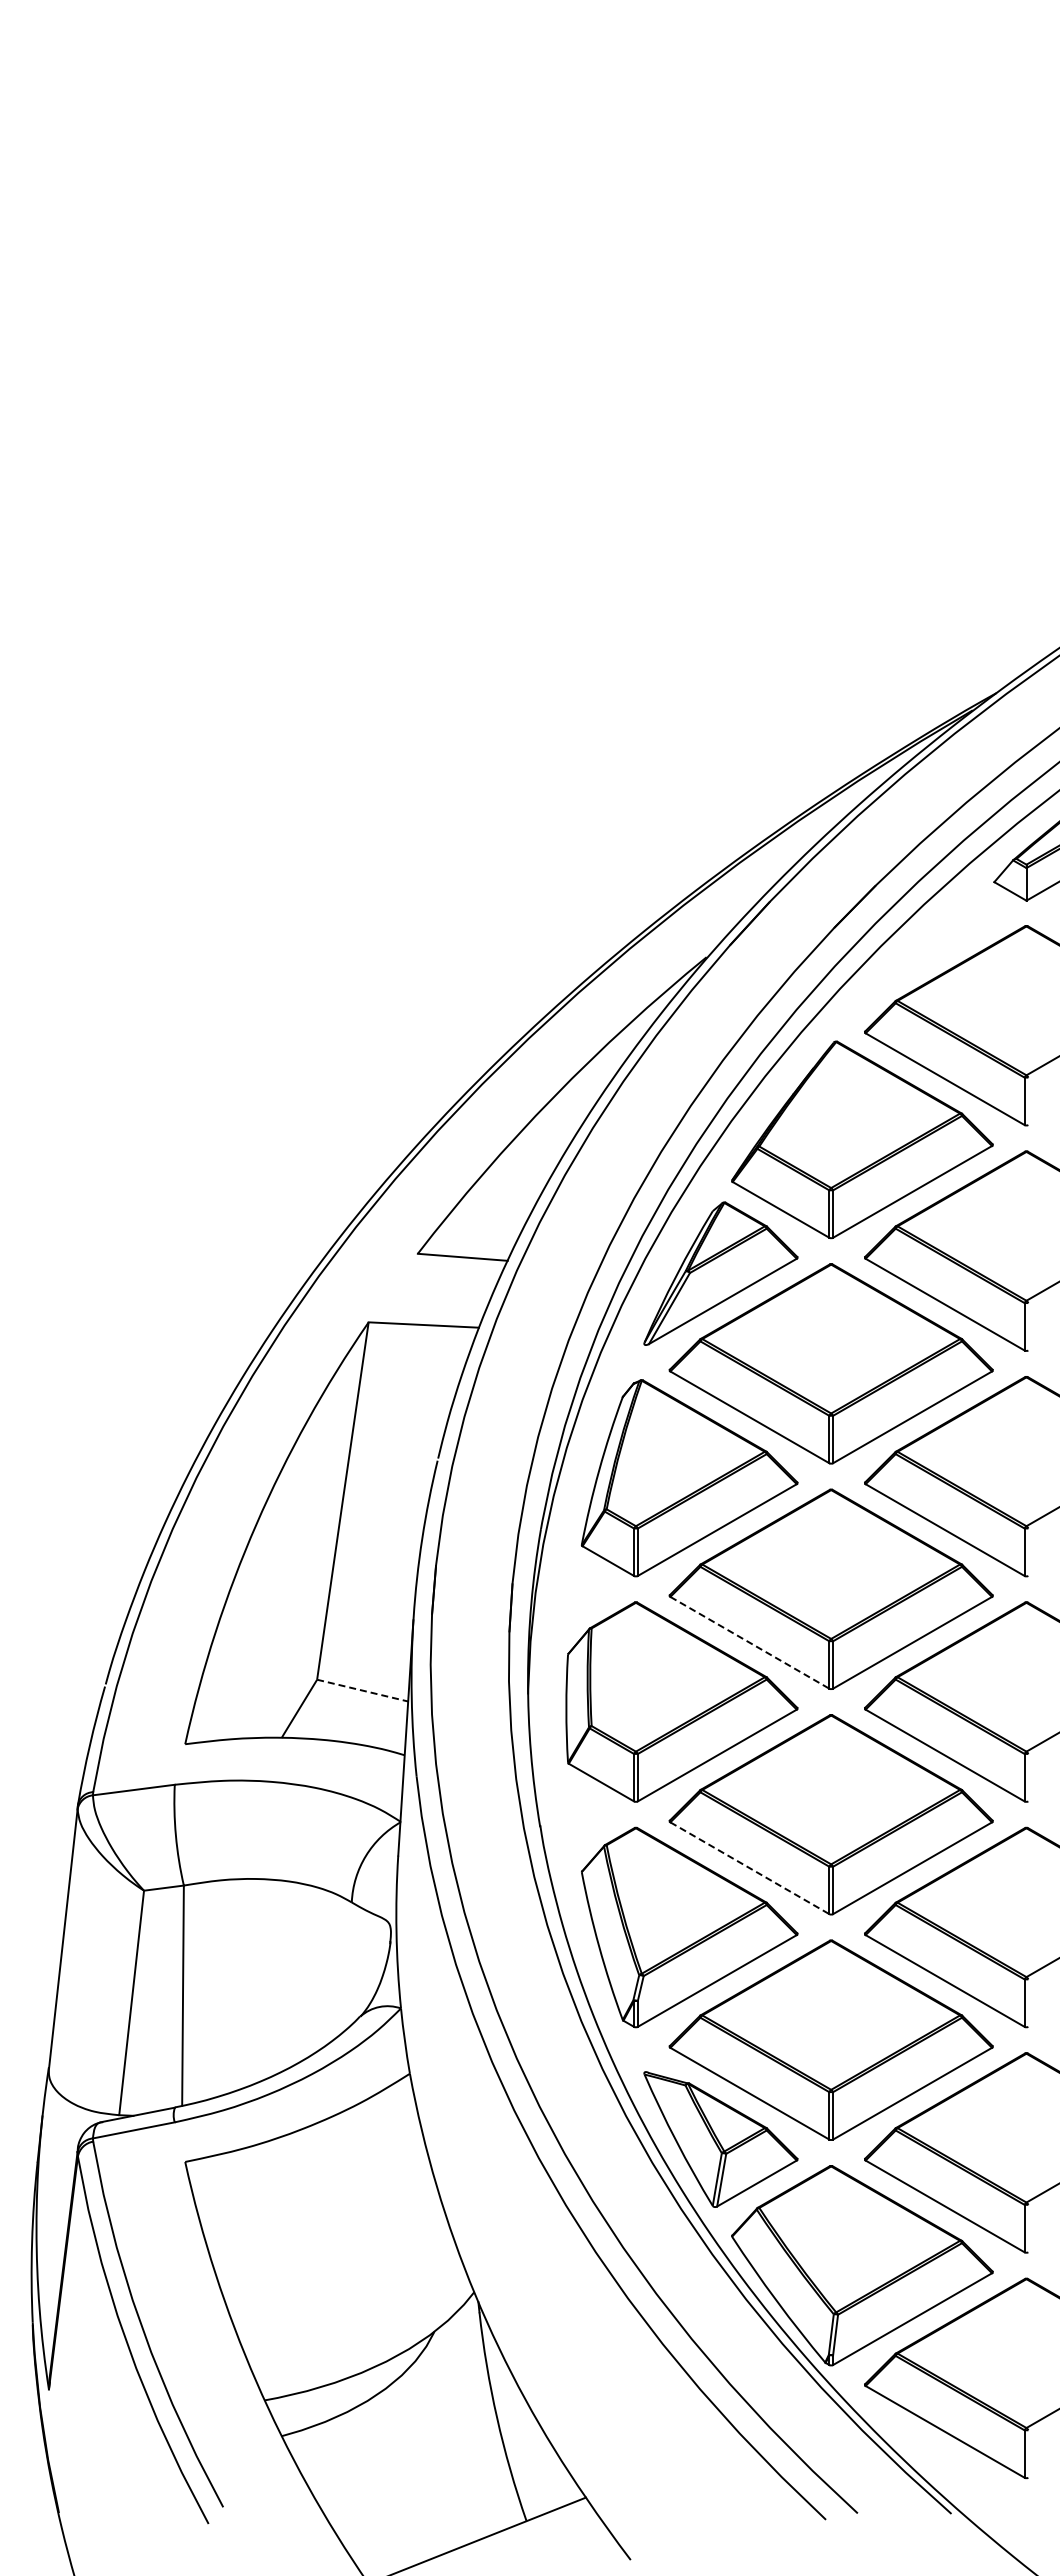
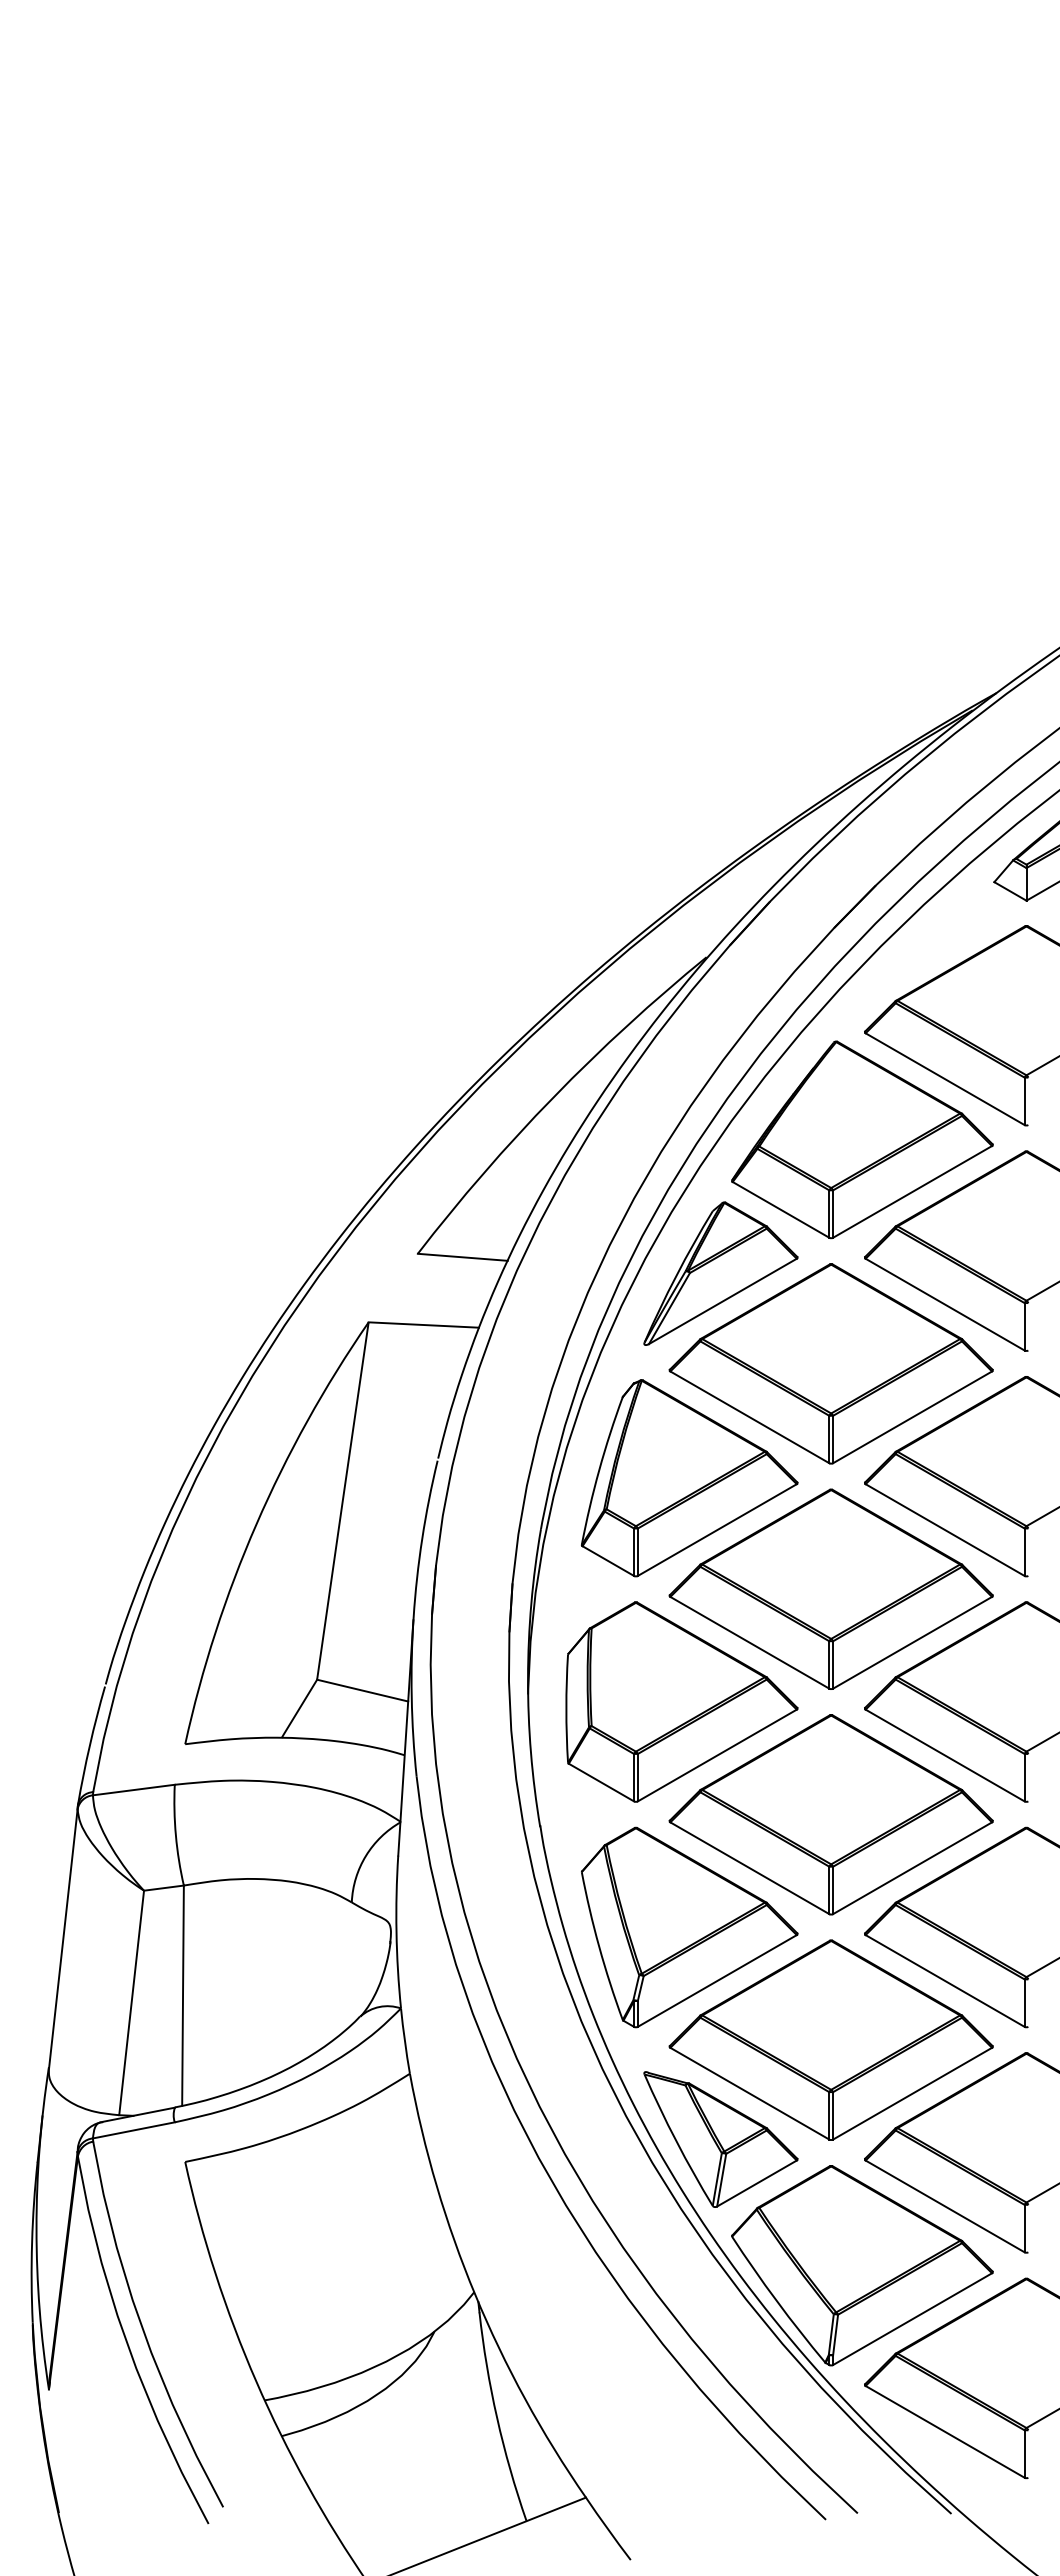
line at (749, 1642): dashed -> solid
line at (362, 1690): dashed -> solid
line at (749, 1868): dashed -> solid
